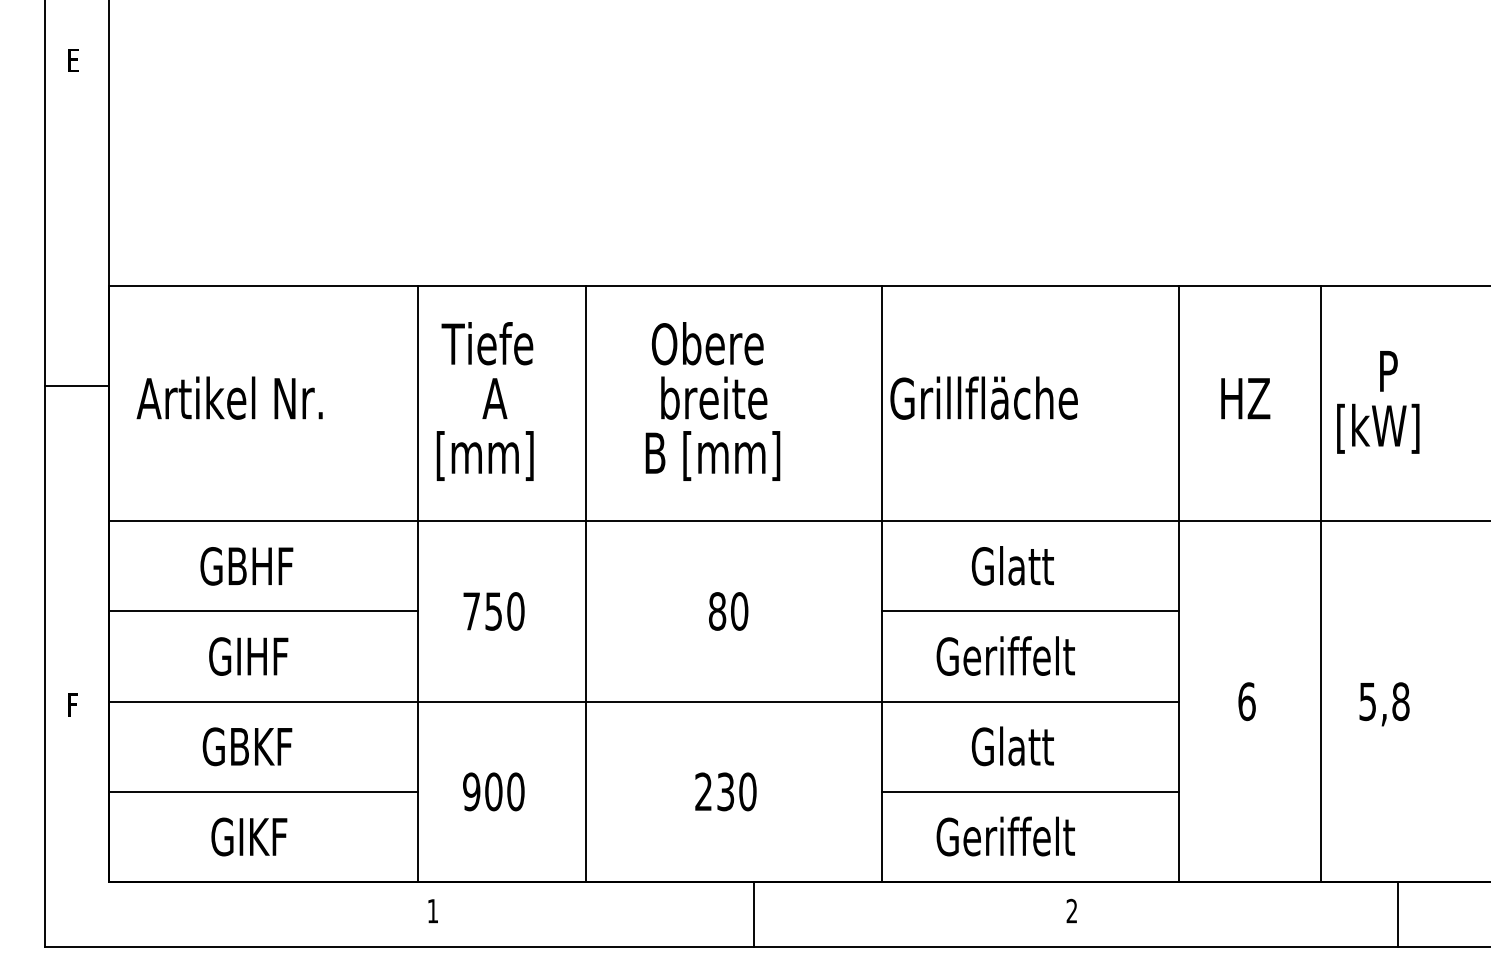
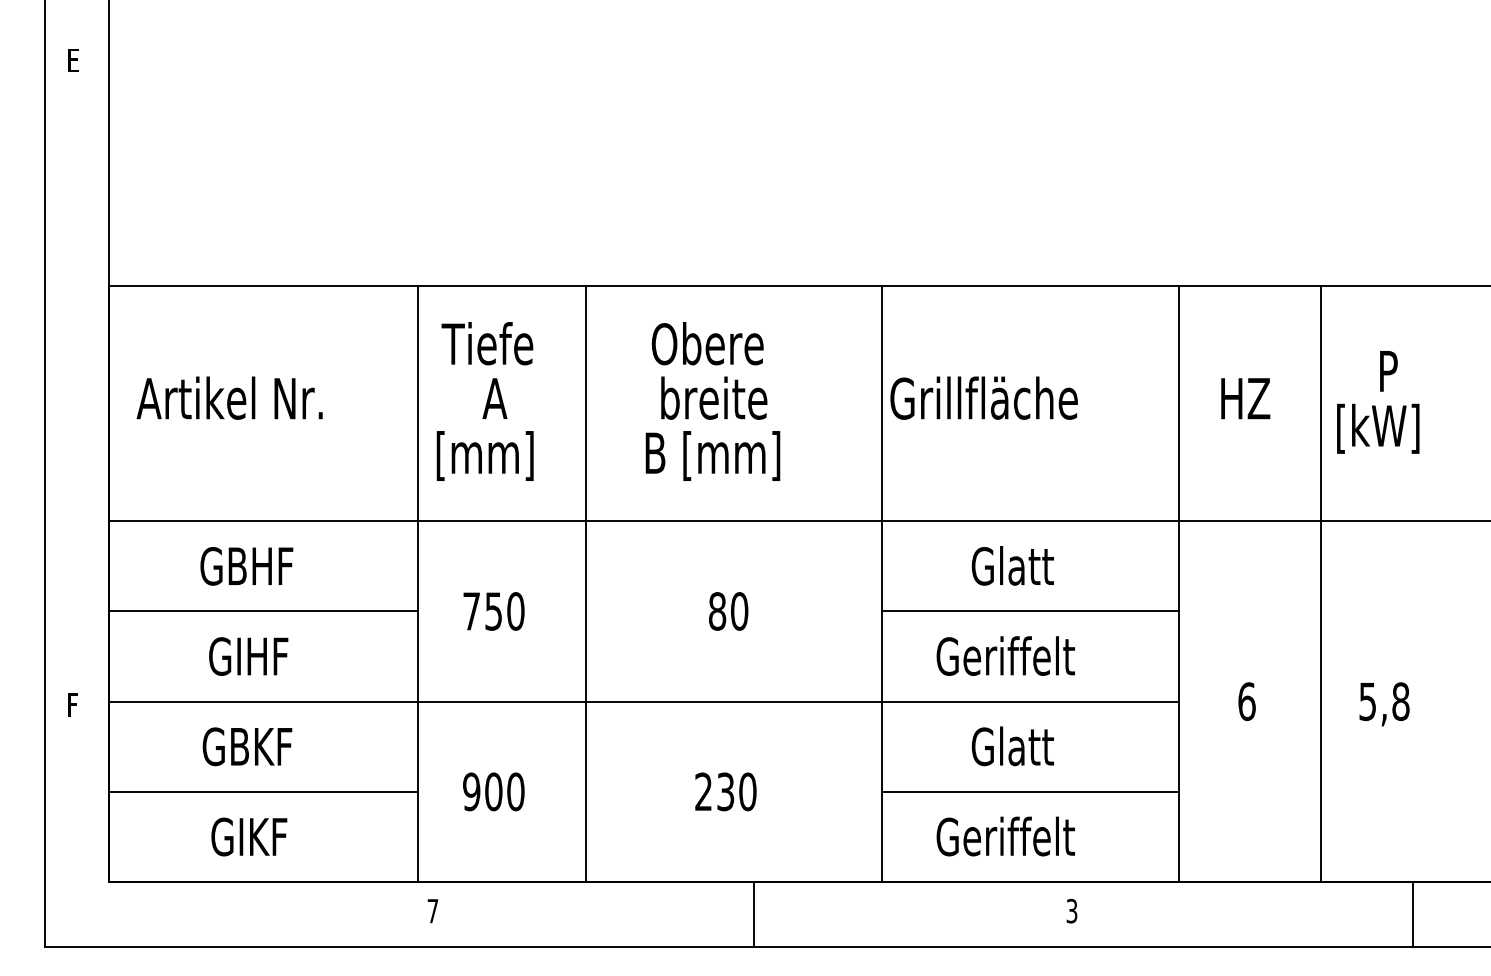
line at (76, 385): present -> none
text at (432, 911): 1 -> 7
text at (1071, 911): 2 -> 3
line at (1397, 914) position: (1397, 914) -> (1412, 914)
